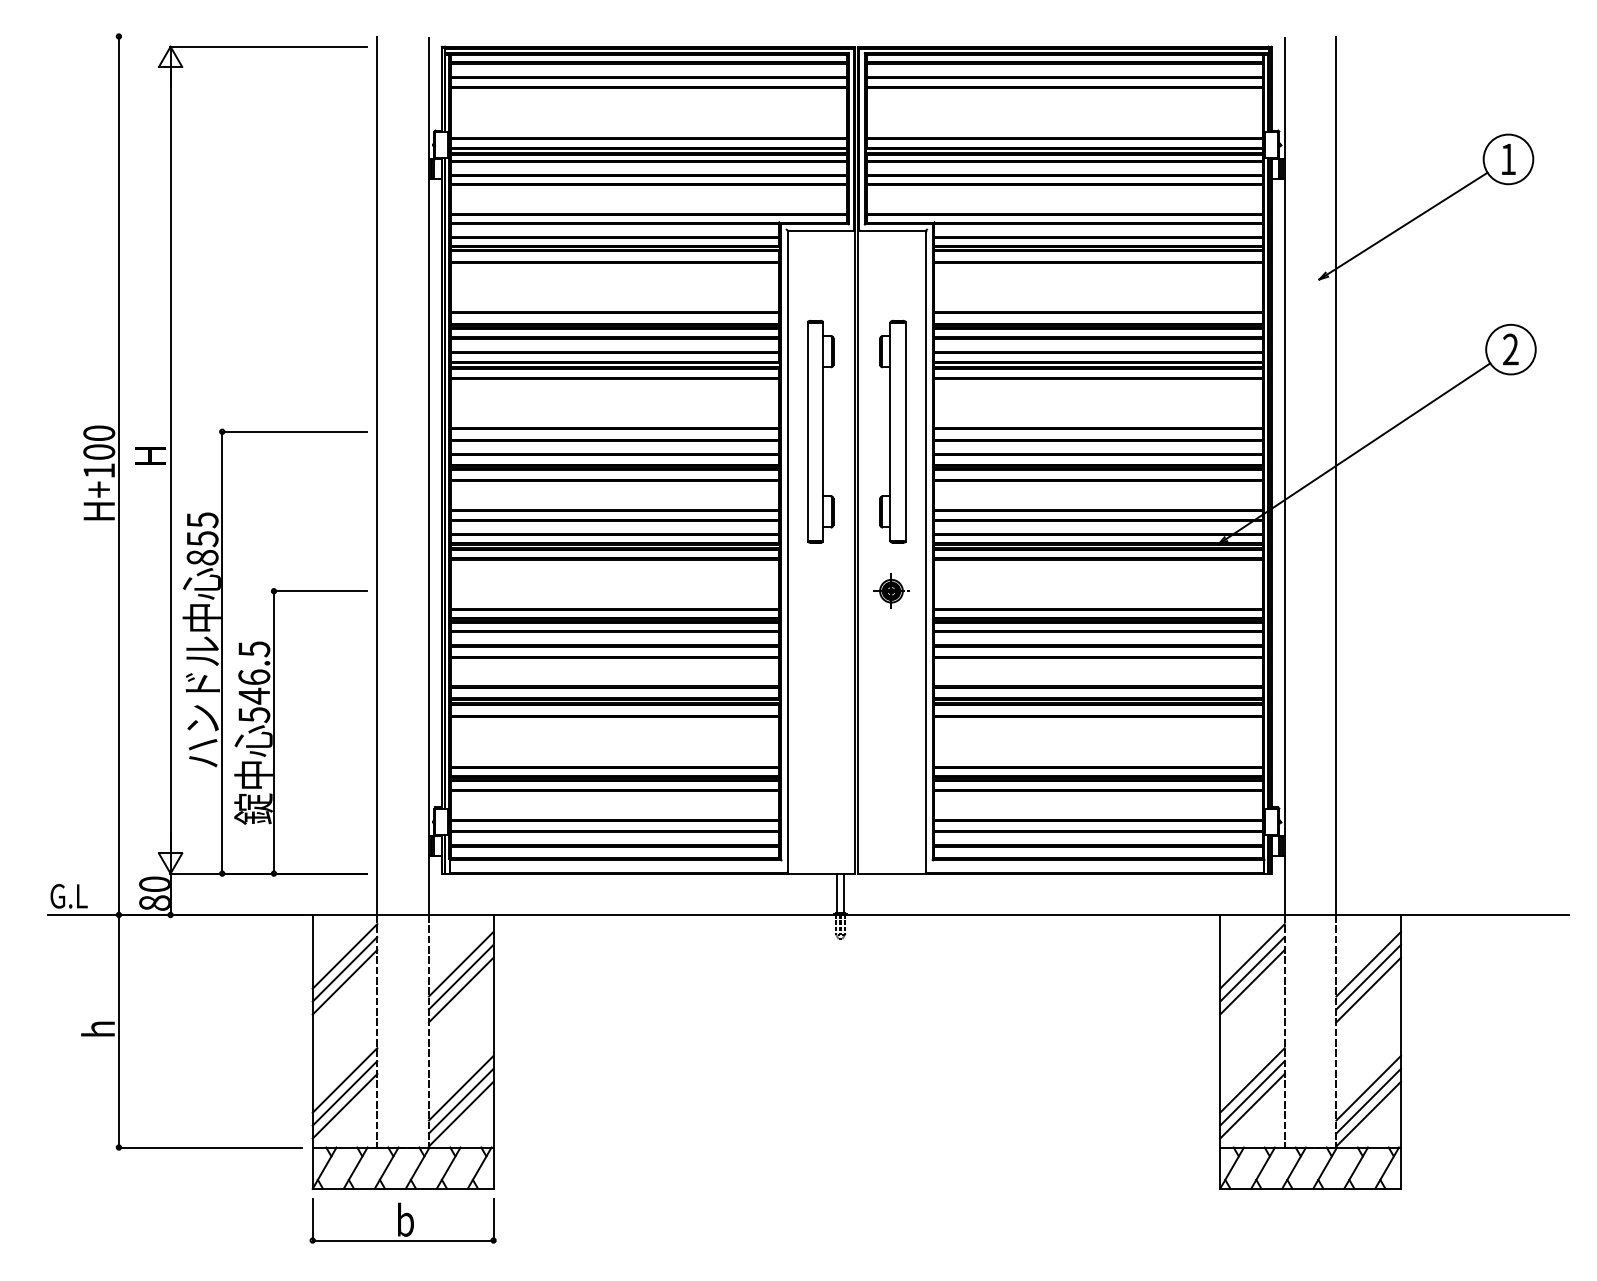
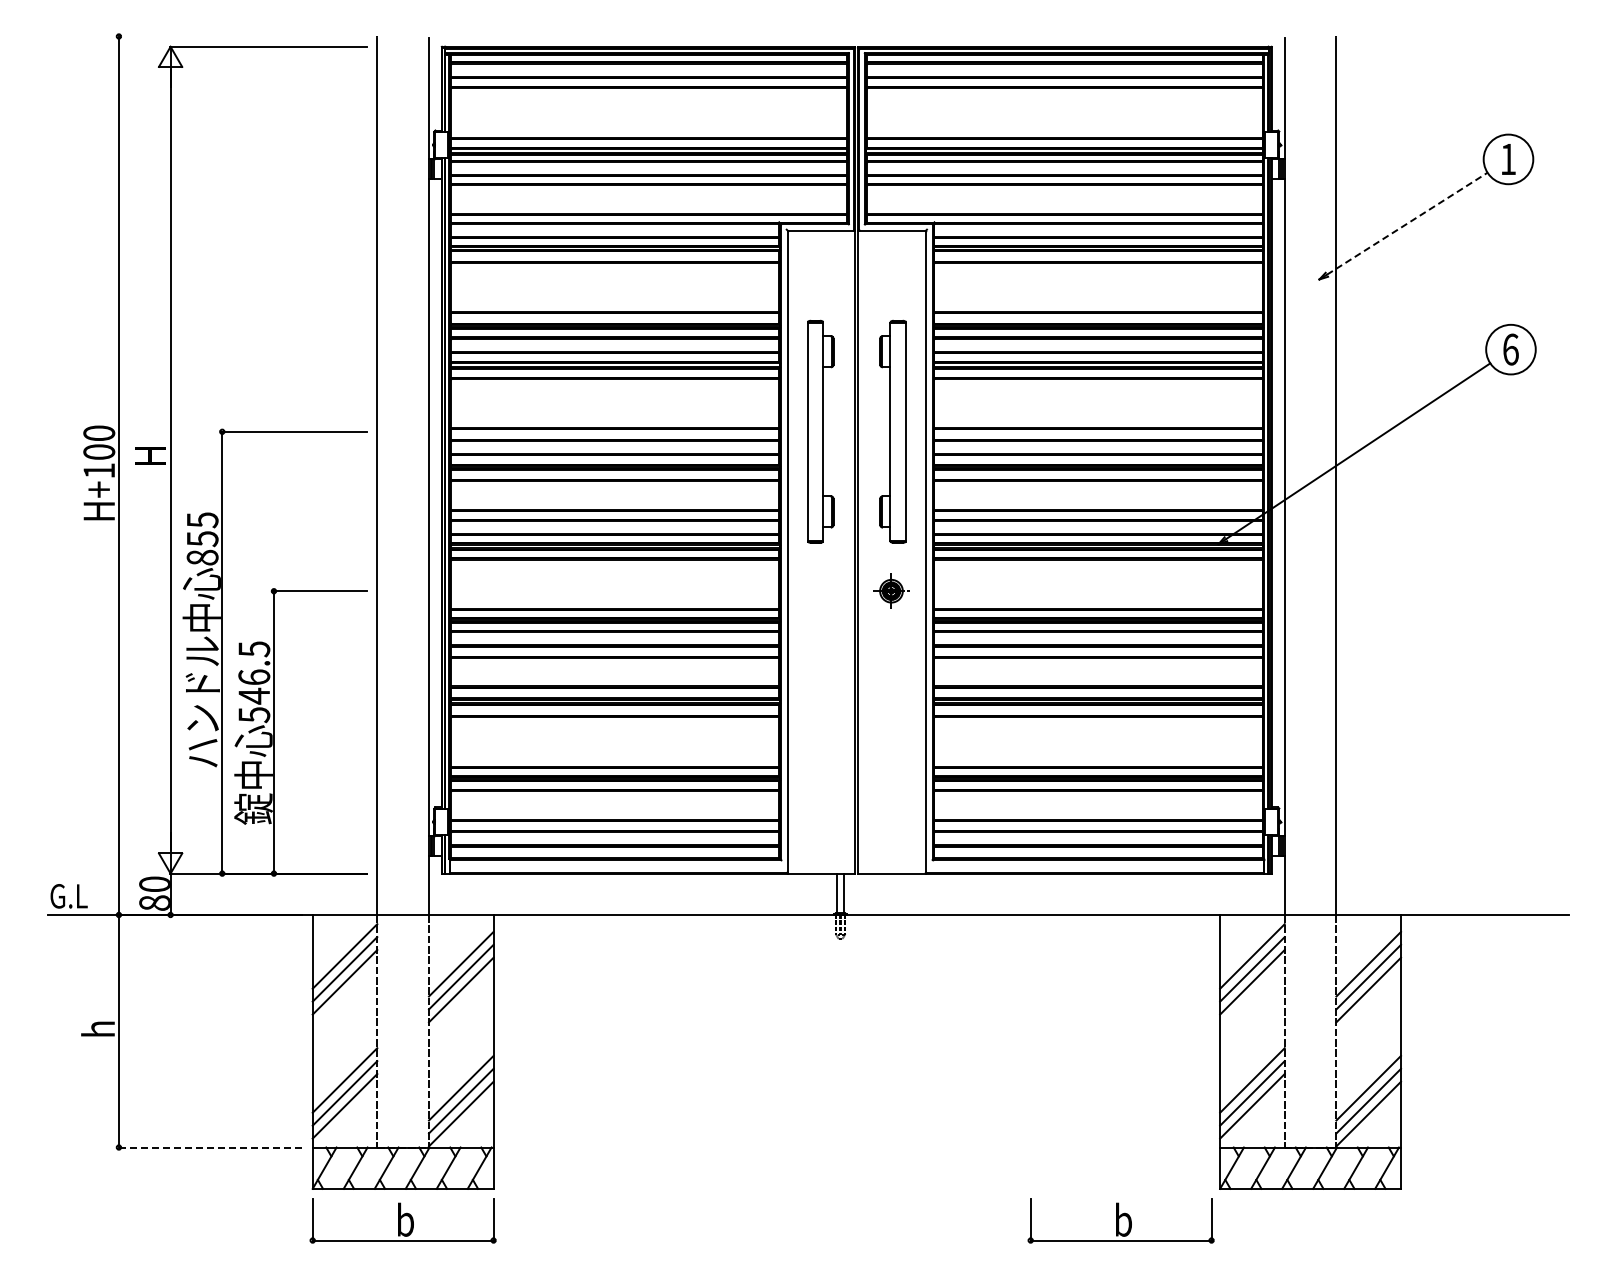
line at (1407, 223): solid -> dashed
text at (1510, 349): 2 -> 6
line at (210, 1147): solid -> dashed
part at (1120, 1220): none -> present
